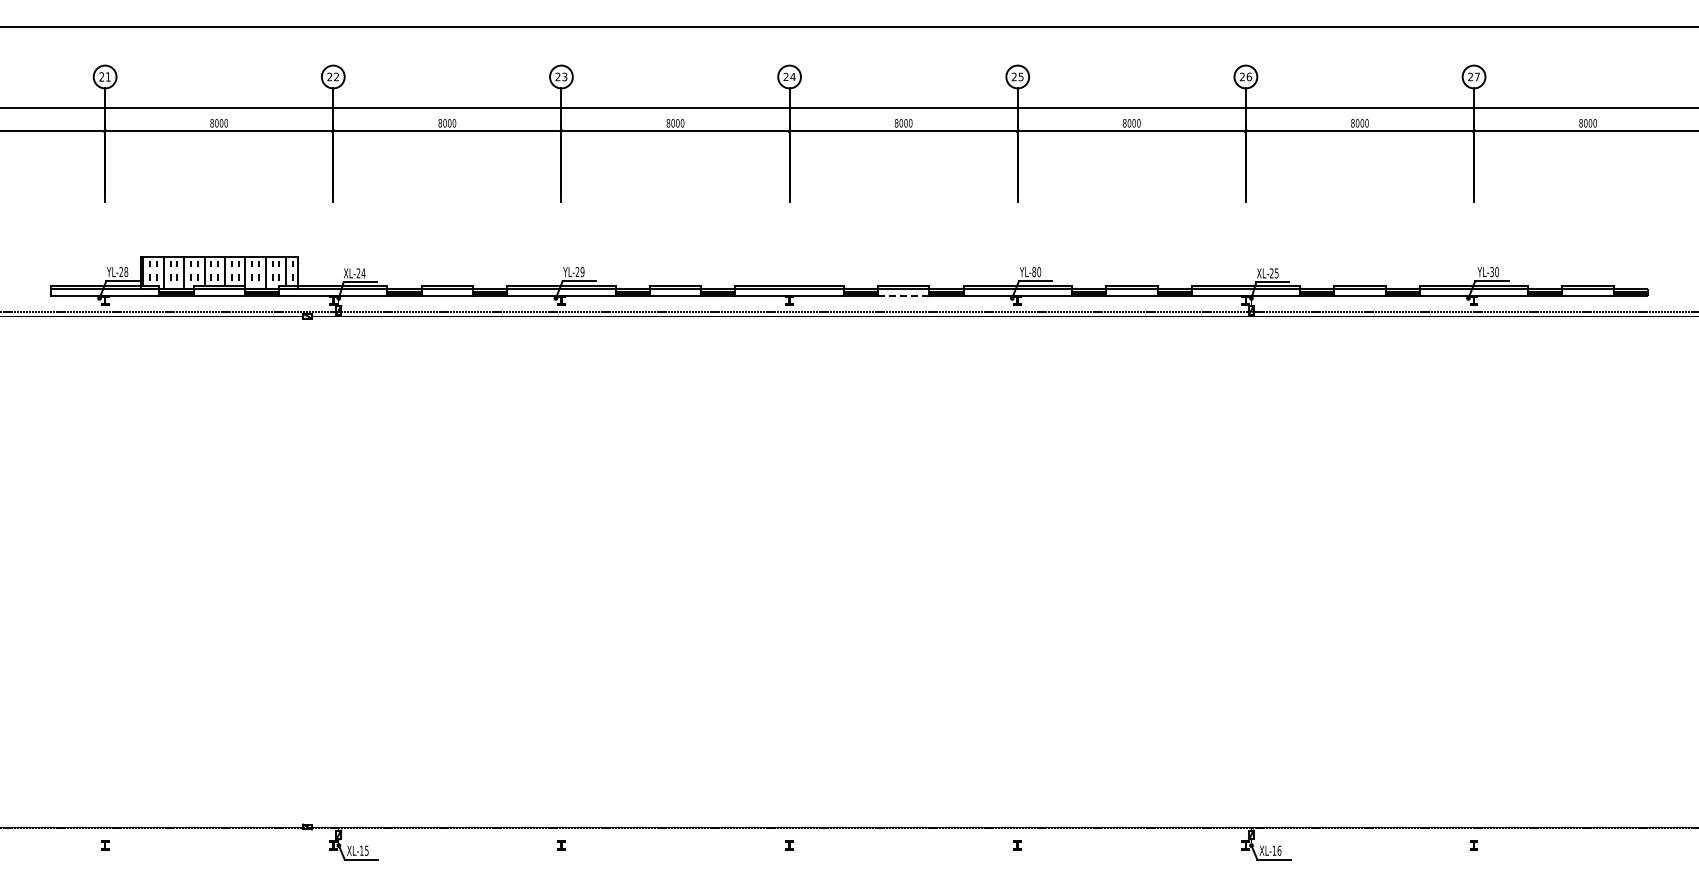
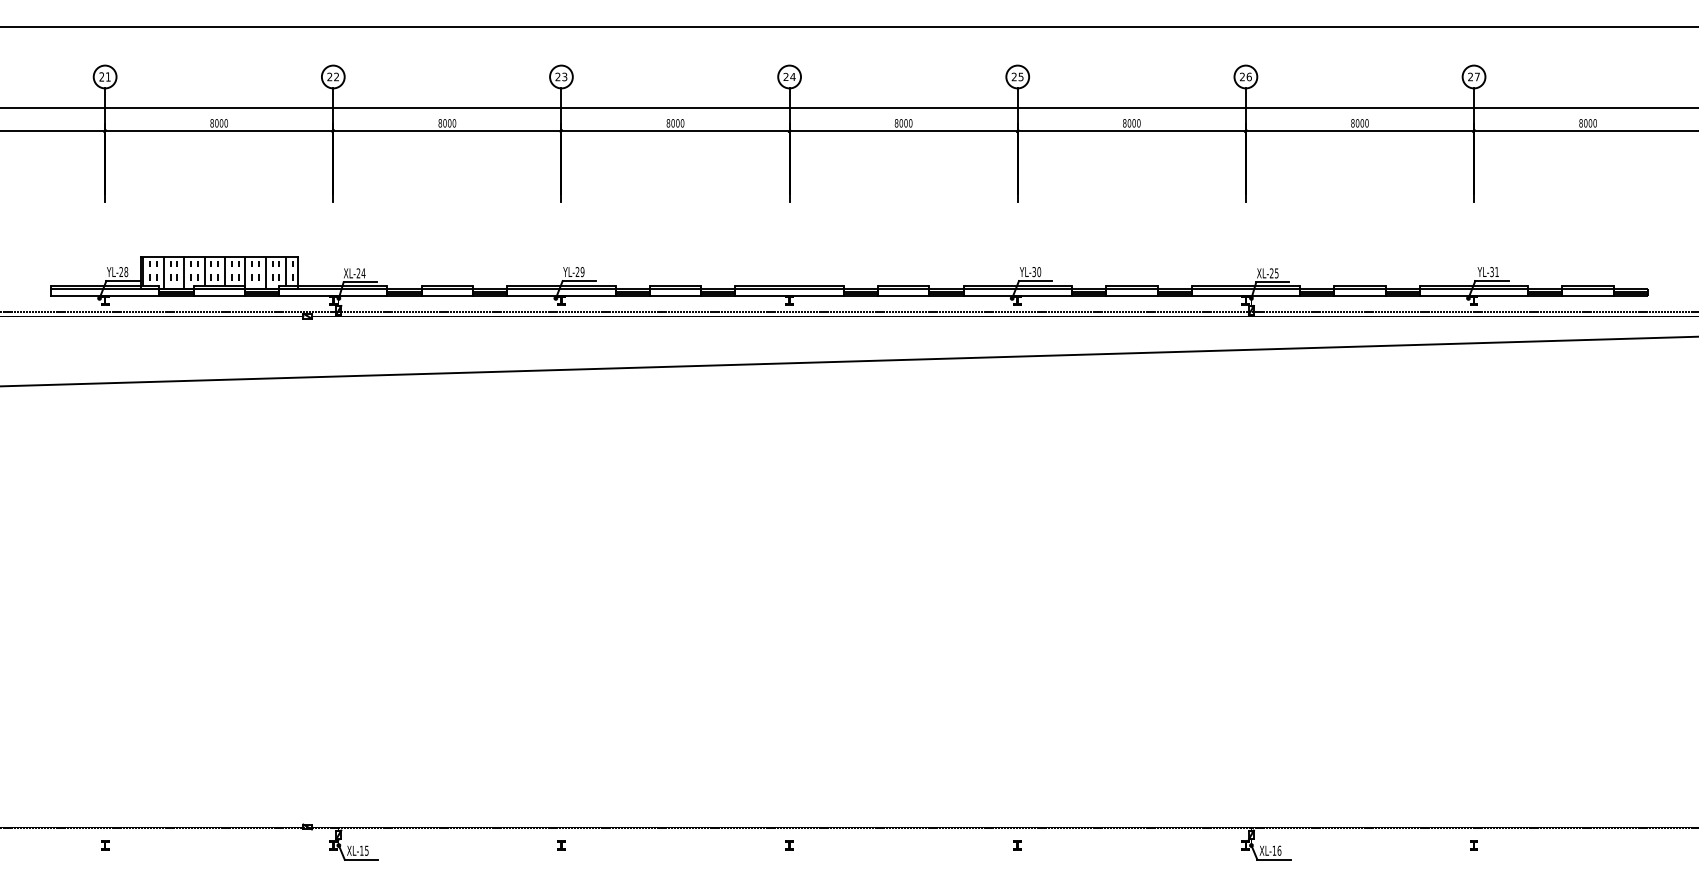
text at (1496, 271): YL-30 -> YL-31
text at (1034, 272): YL-80 -> YL-30
line at (903, 296): dashed -> solid
line at (848, 361): none -> present
